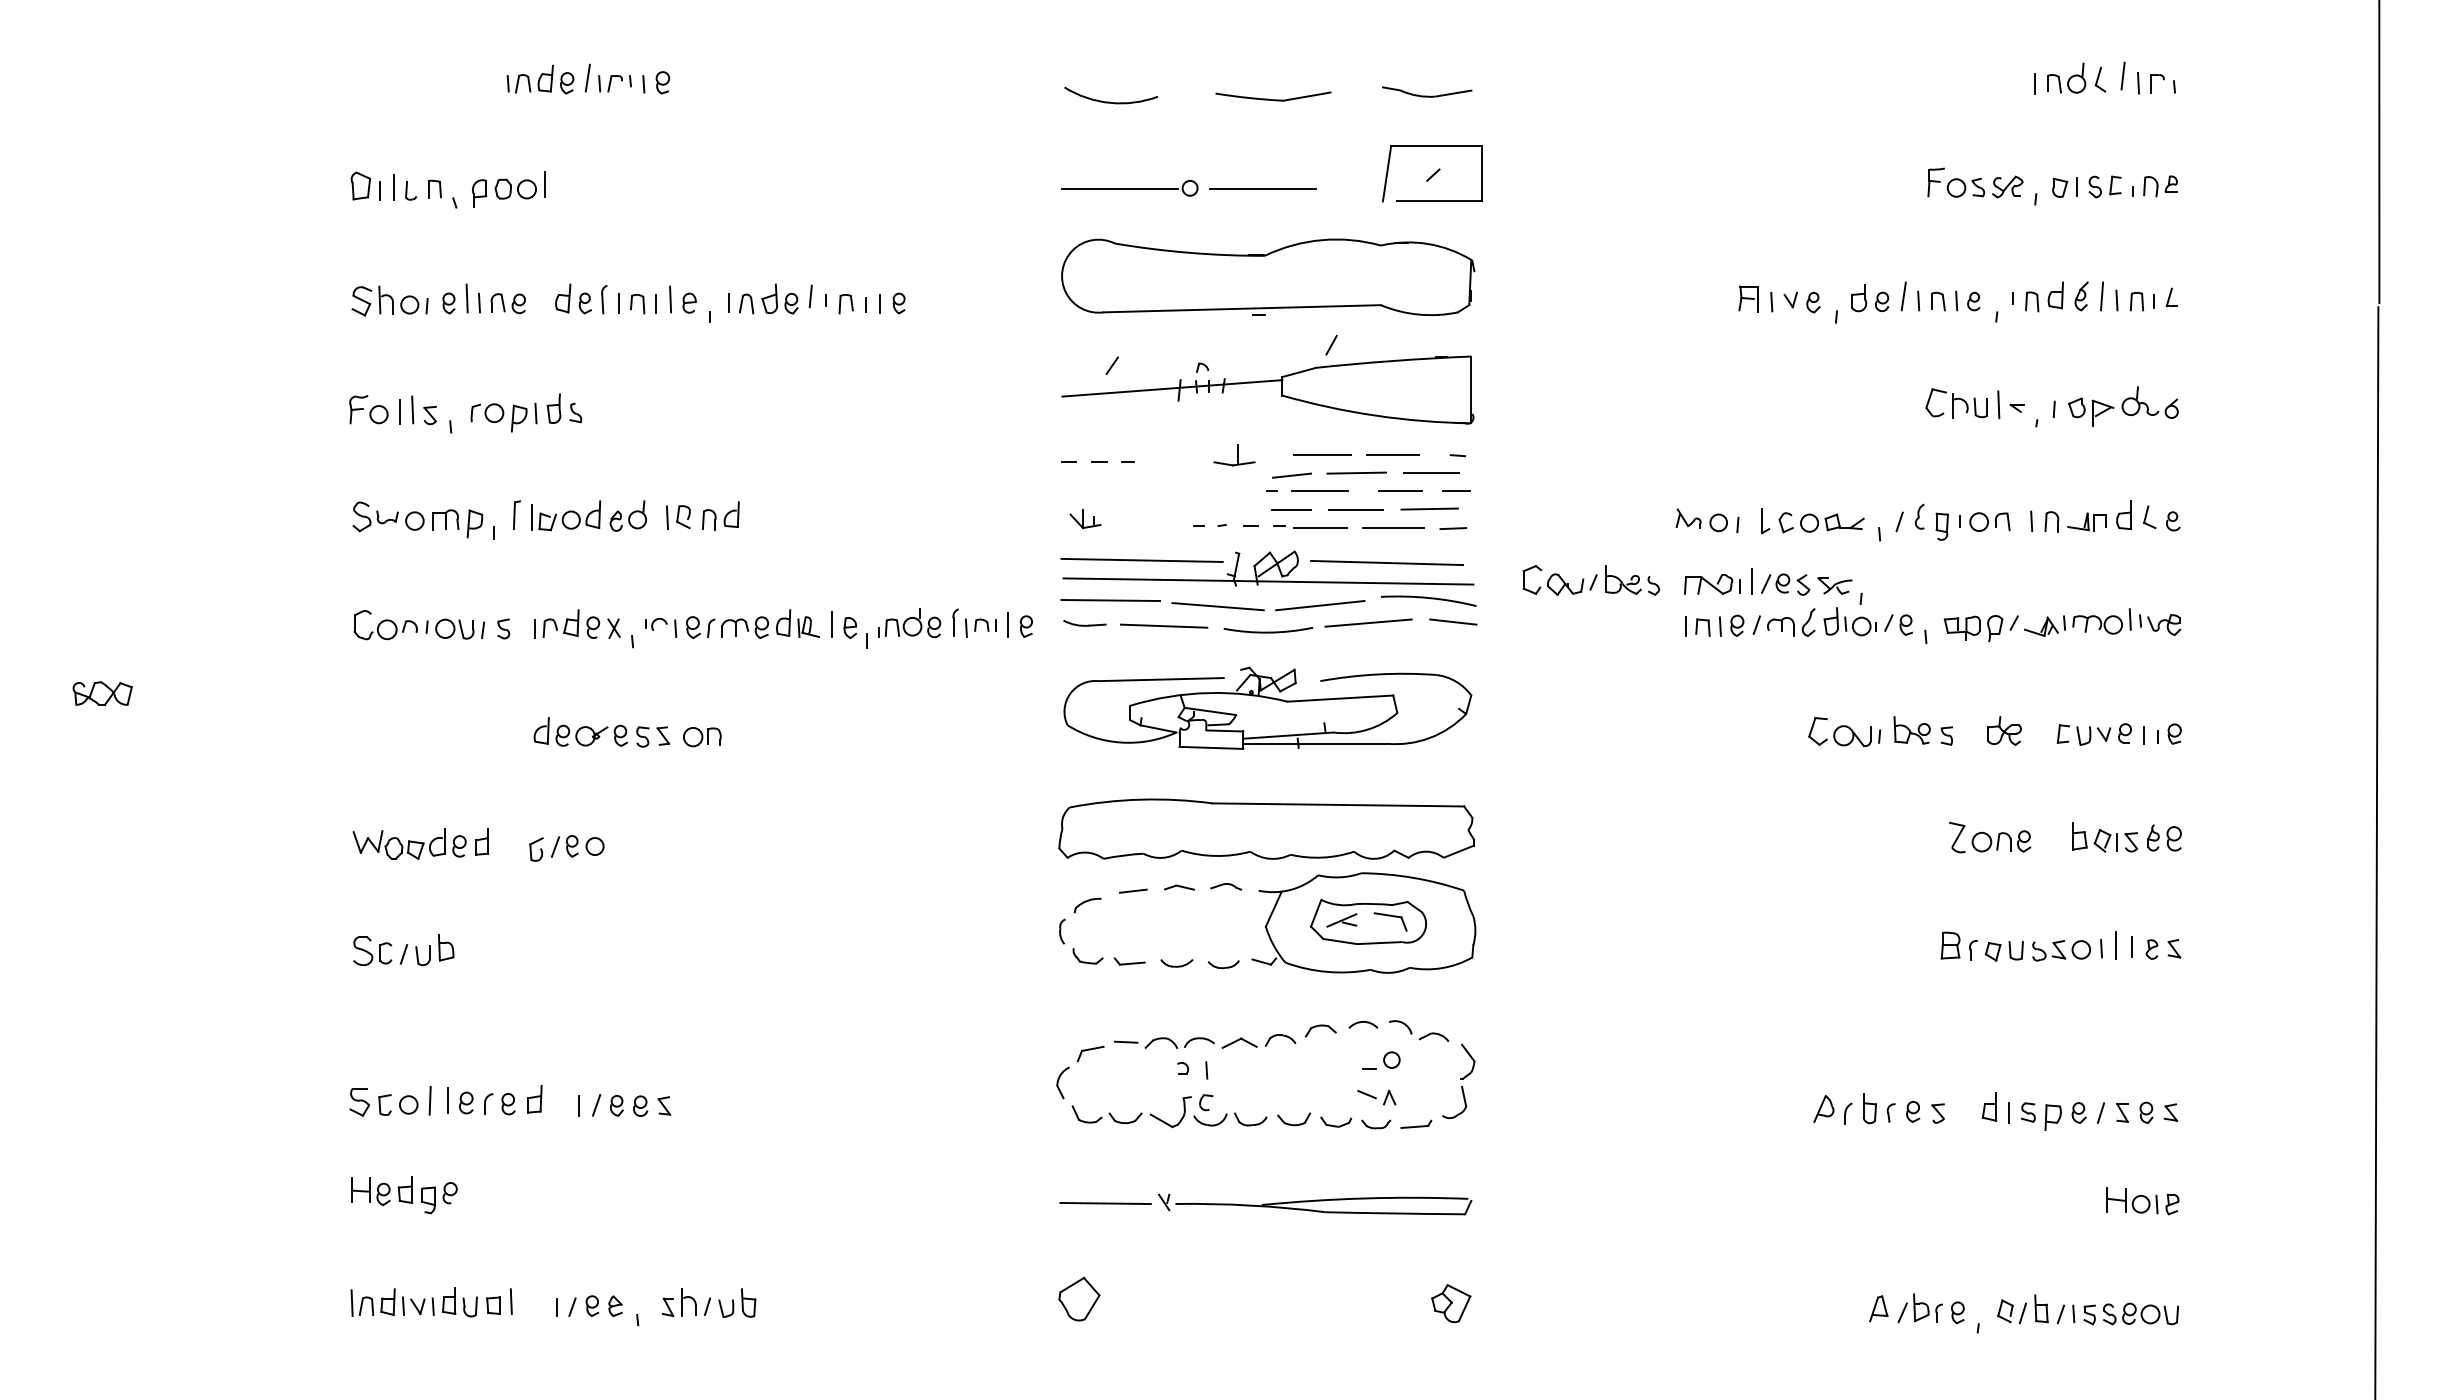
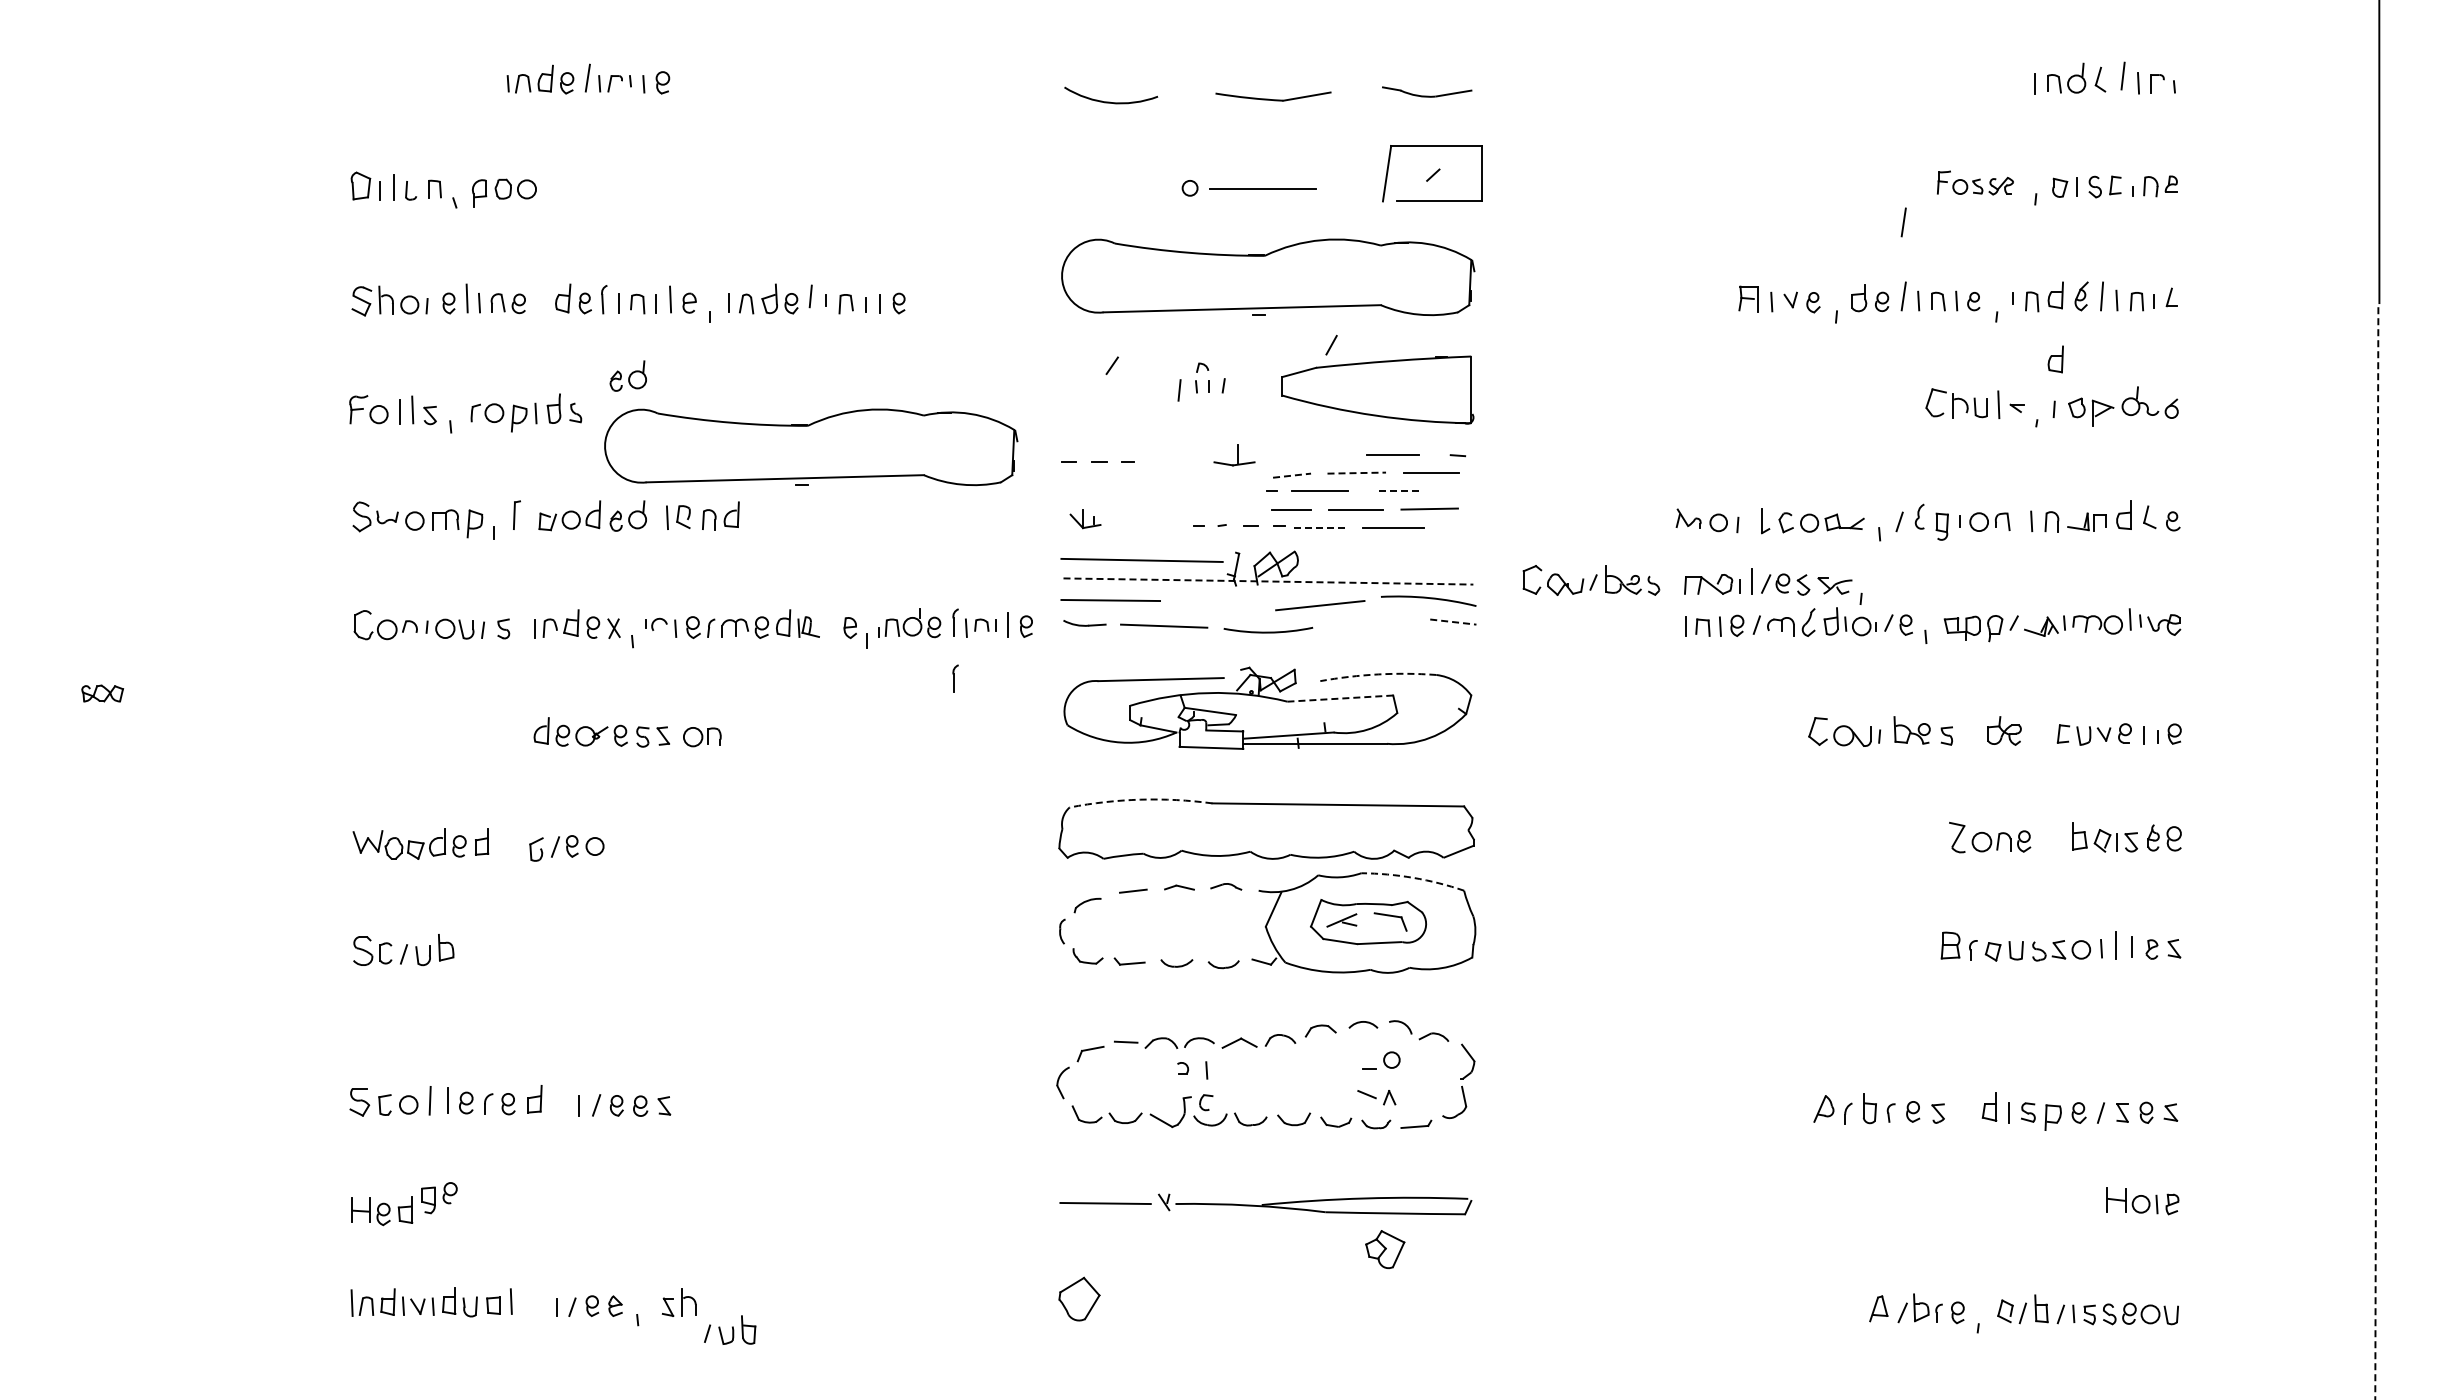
part at (1975, 182) size: 97x32 px -> 77x26 px
line at (544, 184): present -> none
line at (1119, 189): present -> none
line at (1903, 222): none -> present
part at (2055, 359): none -> present
part at (627, 375): none -> present
line at (1172, 388): present -> none
part at (811, 447): none -> present
line at (1322, 455): present -> none
line at (1357, 473): solid -> dashed
line at (1292, 475): solid -> dashed
line at (1400, 491): solid -> dashed
line at (1456, 491): present -> none
line at (532, 517): present -> none
line at (1320, 528): solid -> dashed
line at (1453, 528): present -> none
line at (1387, 562): present -> none
line at (1268, 581): solid -> dashed
line at (1217, 606): present -> none
line at (1368, 622): present -> none
line at (1453, 622): solid -> dashed
line at (832, 624): present -> none
arc at (1378, 674): solid -> dashed
part at (955, 678): none -> present
part at (102, 693) size: 61x25 px -> 44x19 px
line at (1340, 698): solid -> dashed
arc at (1140, 799): solid -> dashed
line at (2376, 854): solid -> dashed
arc at (1413, 877): solid -> dashed
part at (382, 1191) position: (382, 1191) -> (382, 1211)
part at (730, 1302) position: (730, 1302) -> (730, 1329)
part at (1451, 1303) position: (1451, 1303) -> (1385, 1249)
